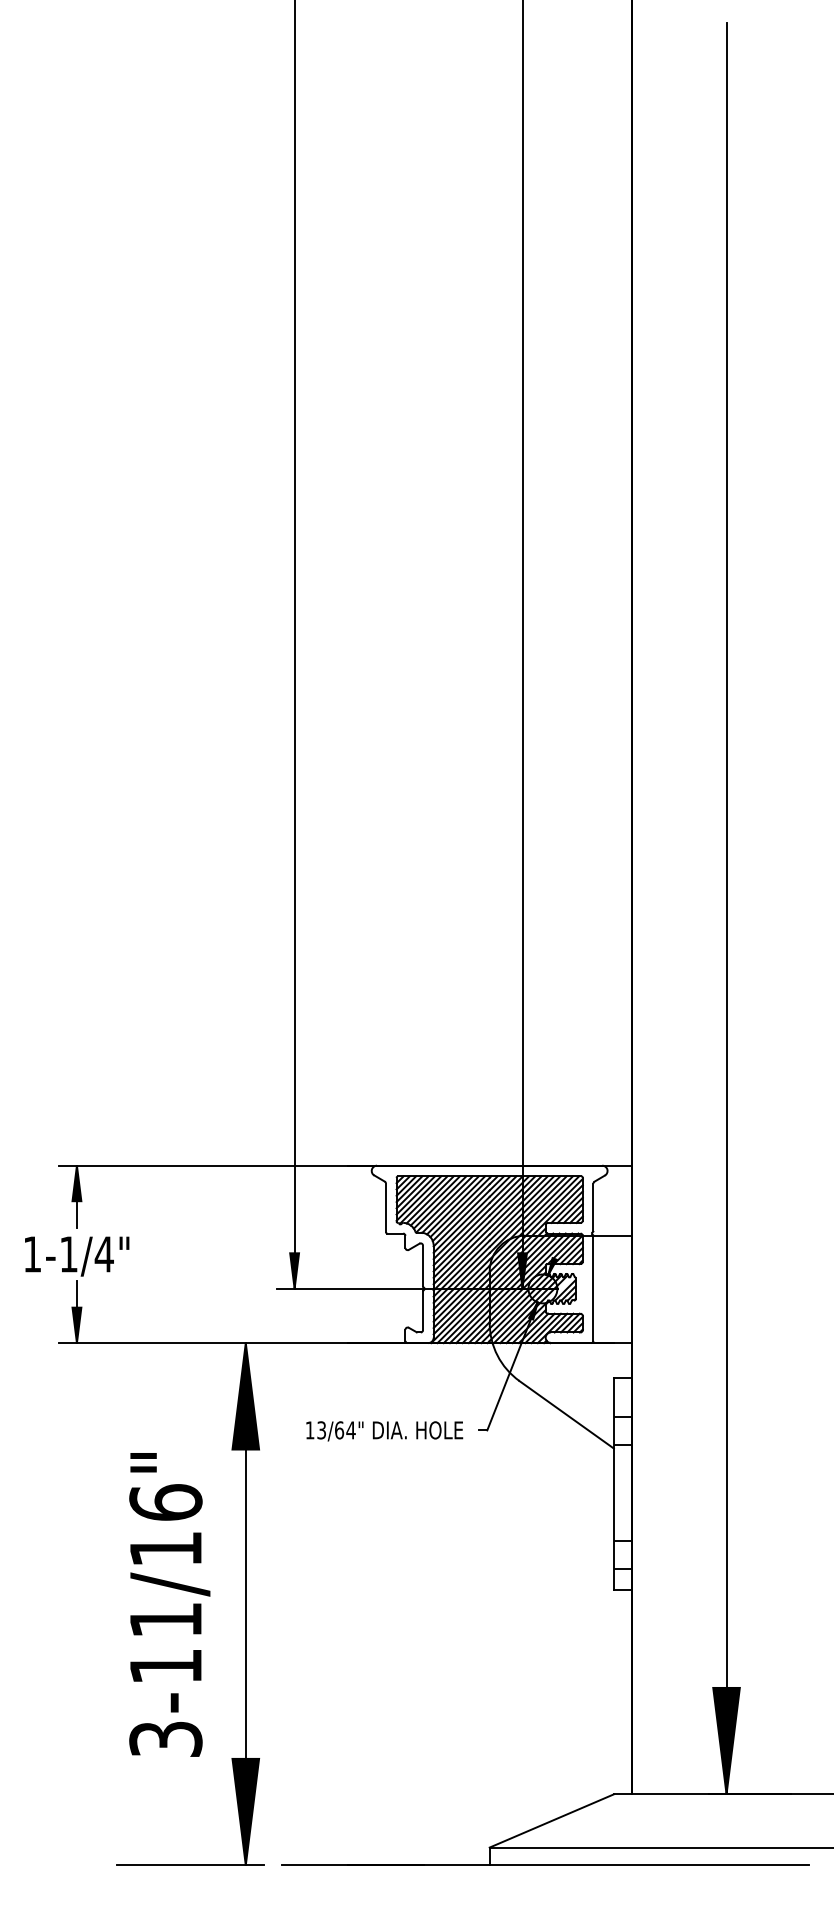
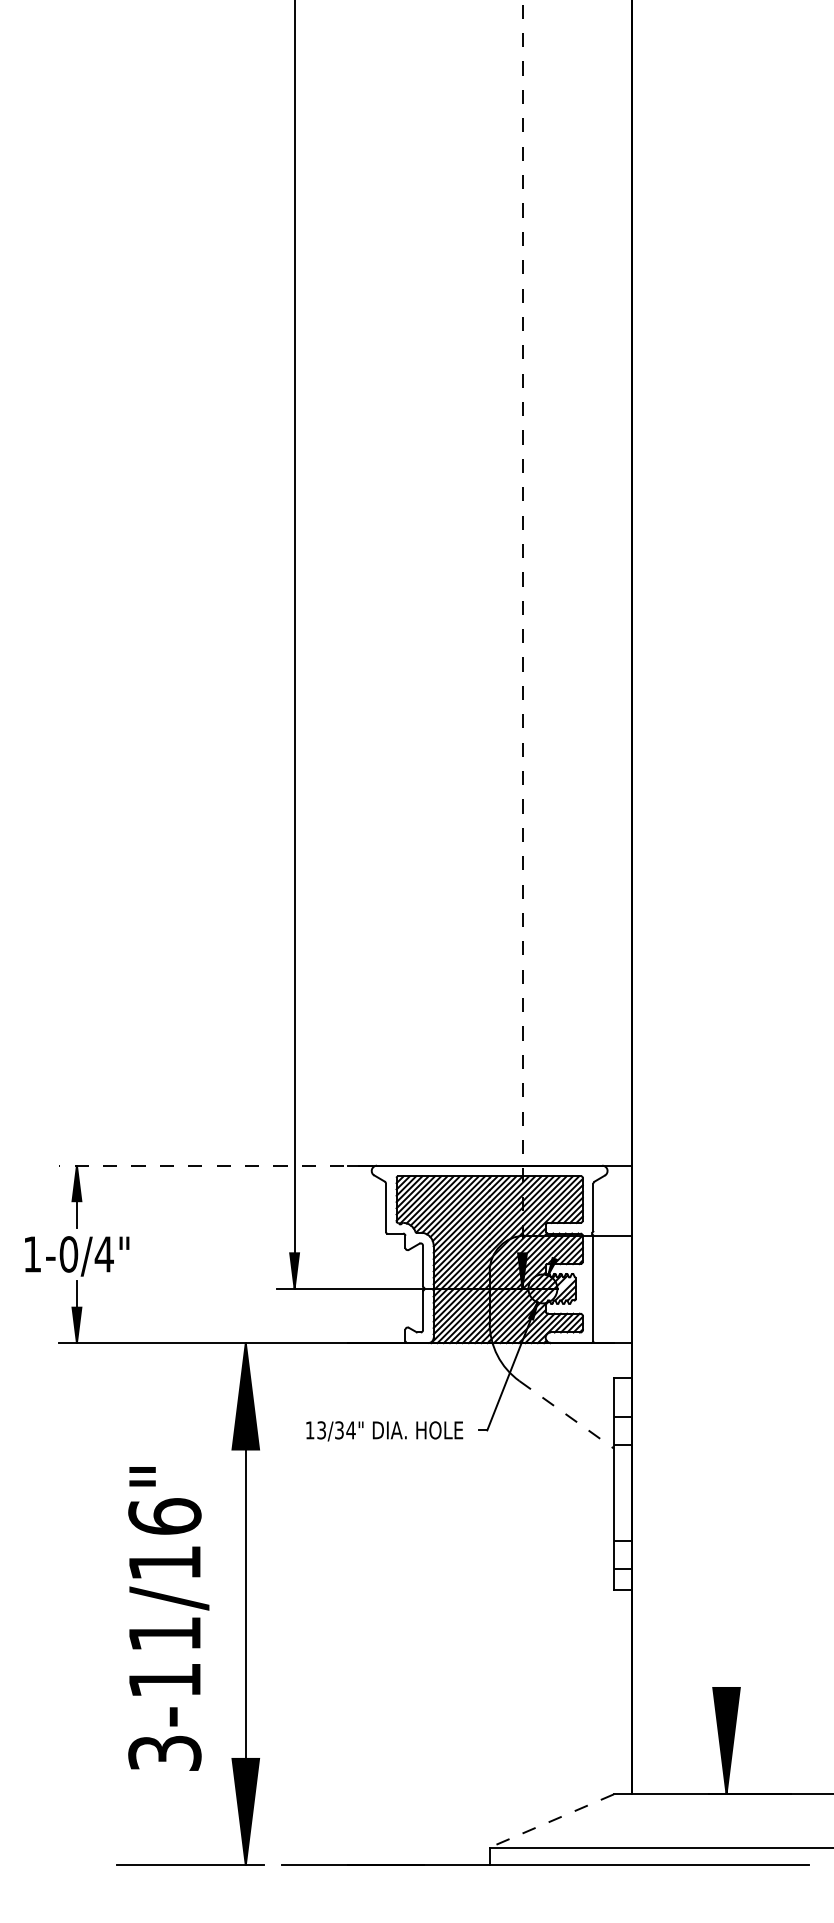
line at (522, 644): solid -> dashed
line at (726, 908): present -> none
line at (230, 1165): solid -> dashed
text at (68, 1254): 1-1/4" -> 1-0/4"
line at (567, 1415): solid -> dashed
text at (339, 1430): 13/64" -> 13/34"
text at (169, 1604) position: (169, 1604) -> (168, 1618)
line at (551, 1820): solid -> dashed
